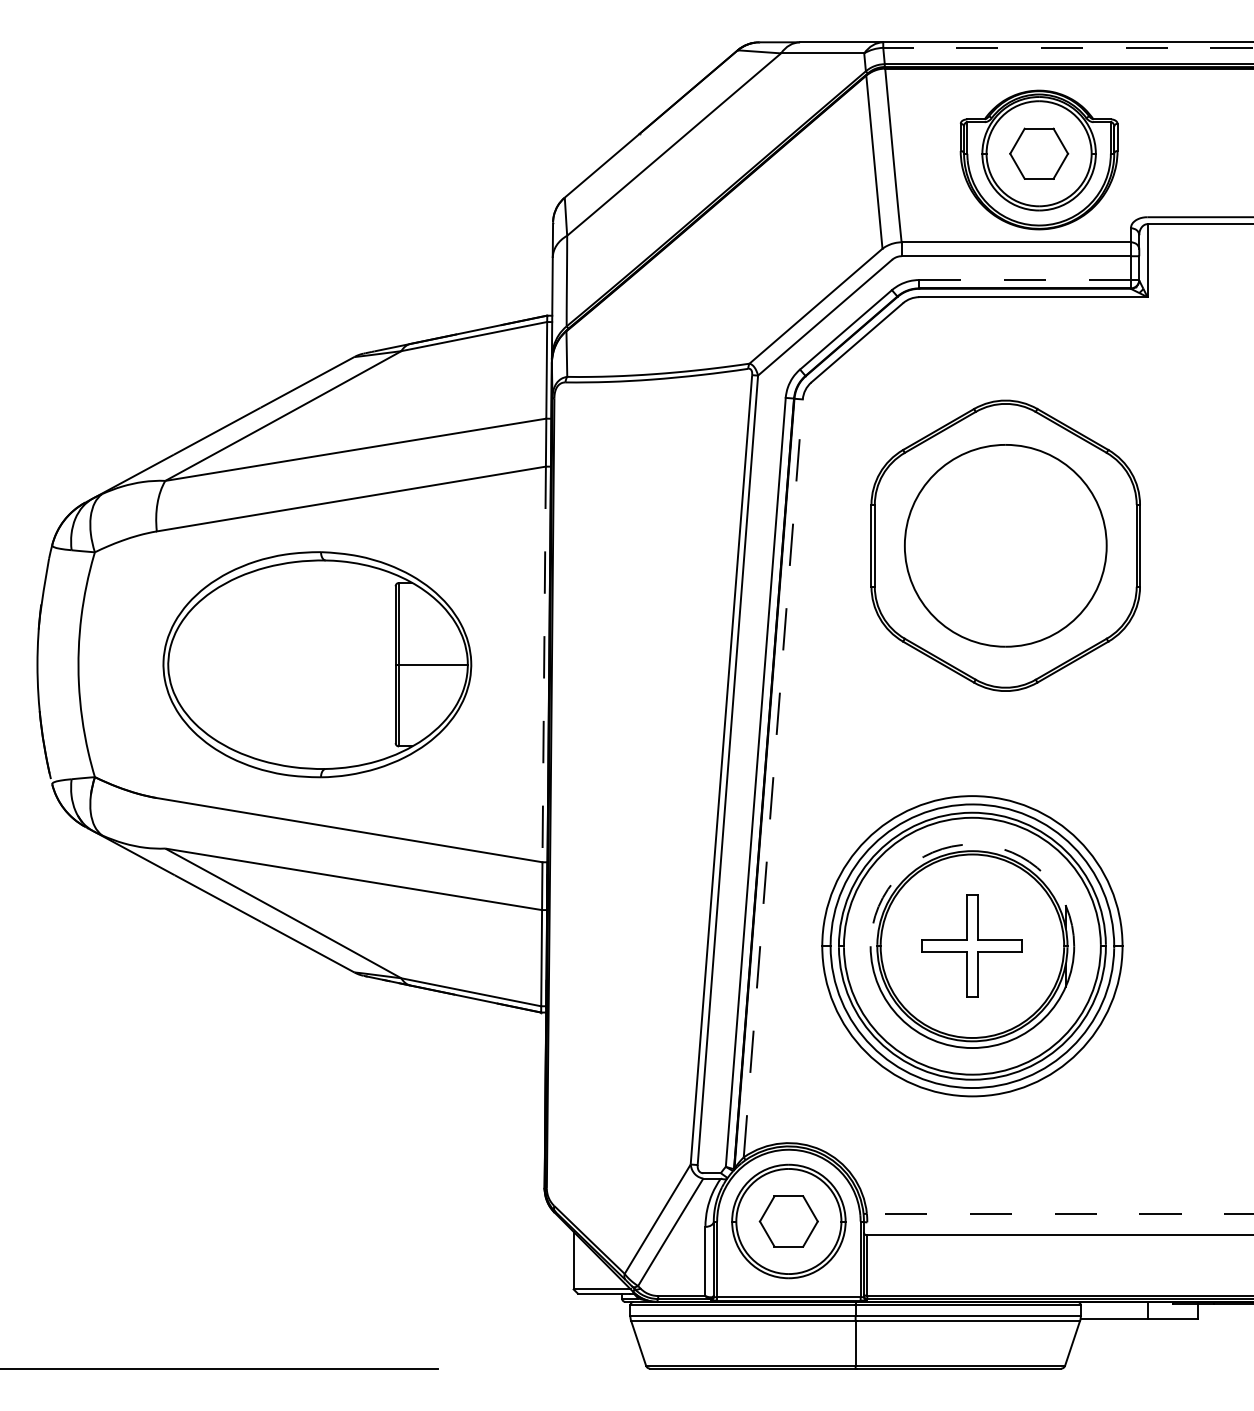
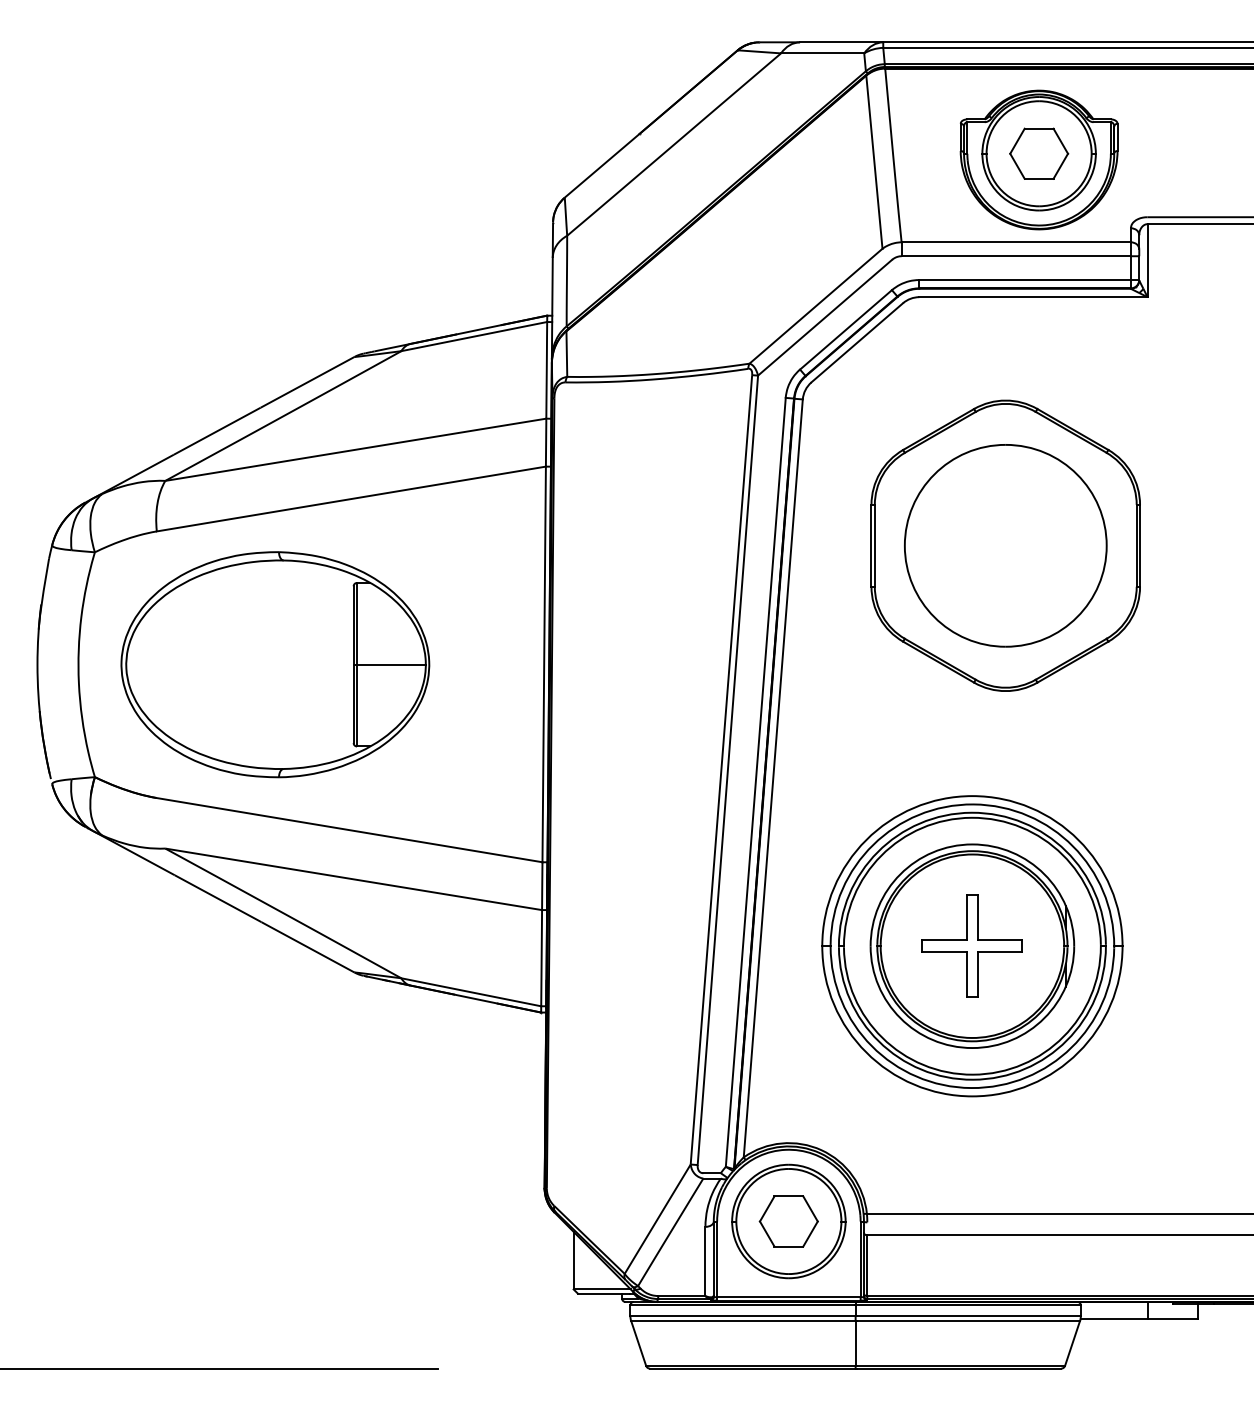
line at (1068, 47): dashed -> solid
line at (1025, 280): dashed -> solid
part at (317, 664) position: (317, 664) -> (275, 664)
line at (544, 664): dashed -> solid
line at (773, 777): dashed -> solid
arc at (972, 844): dashed -> solid
line at (1059, 1213): dashed -> solid
